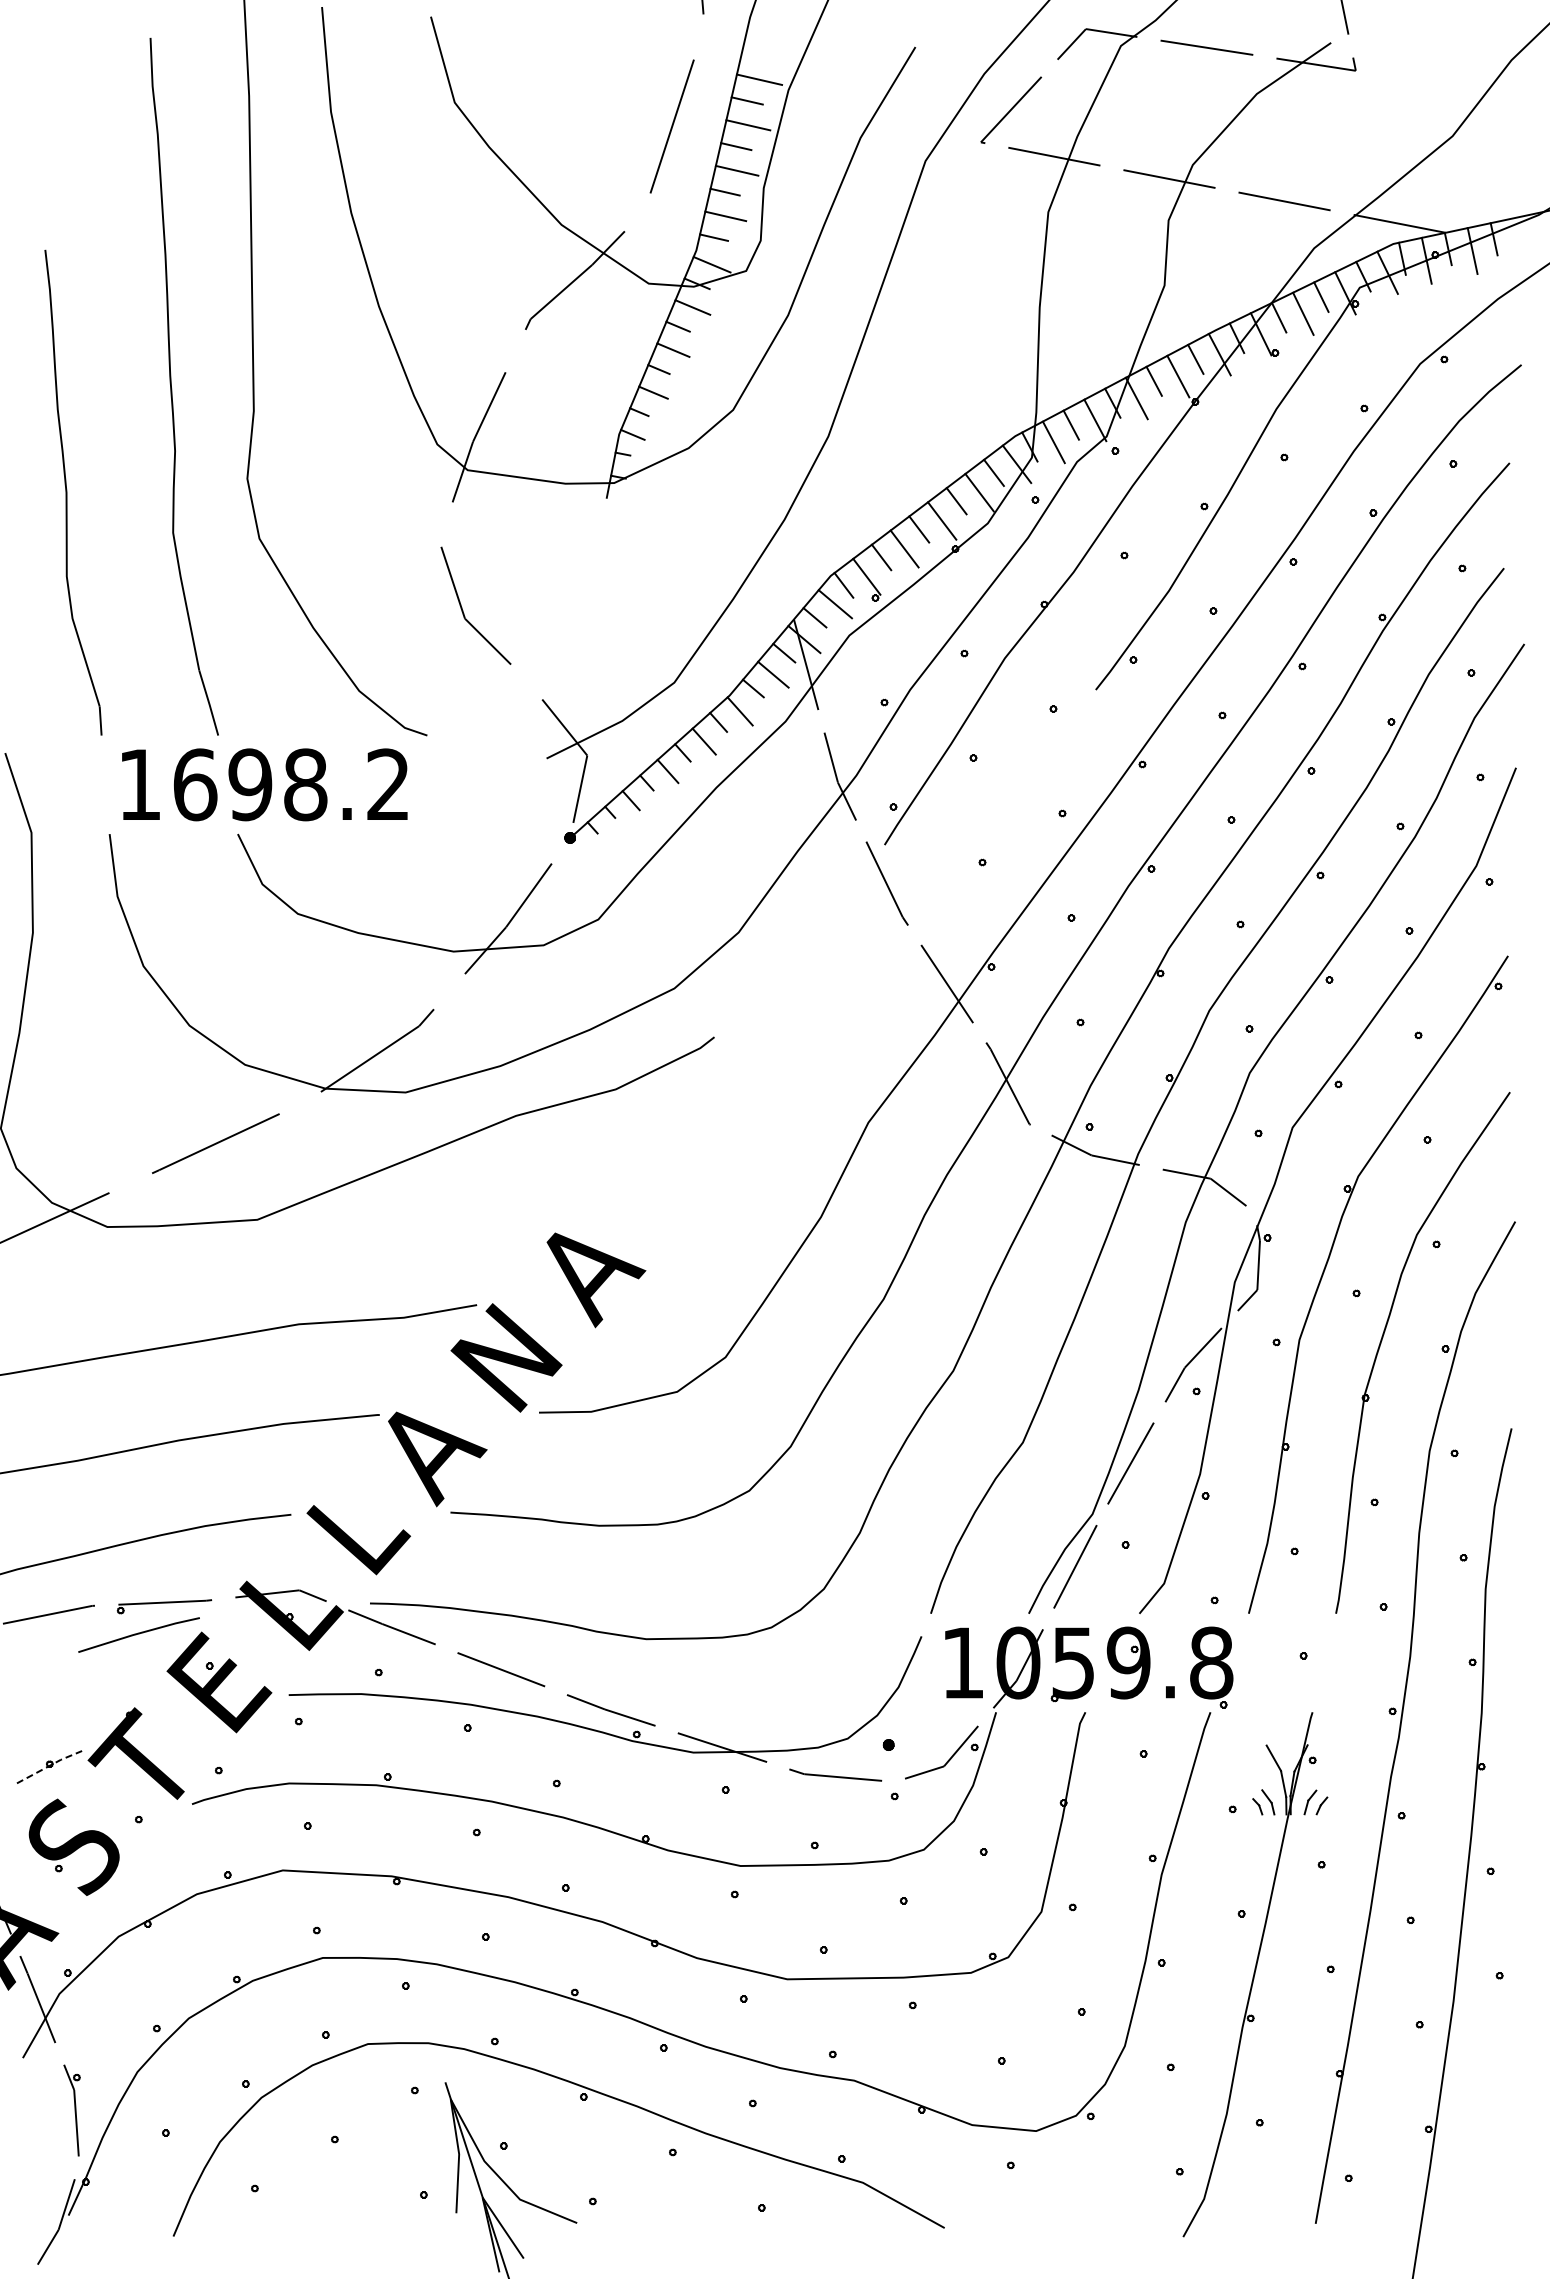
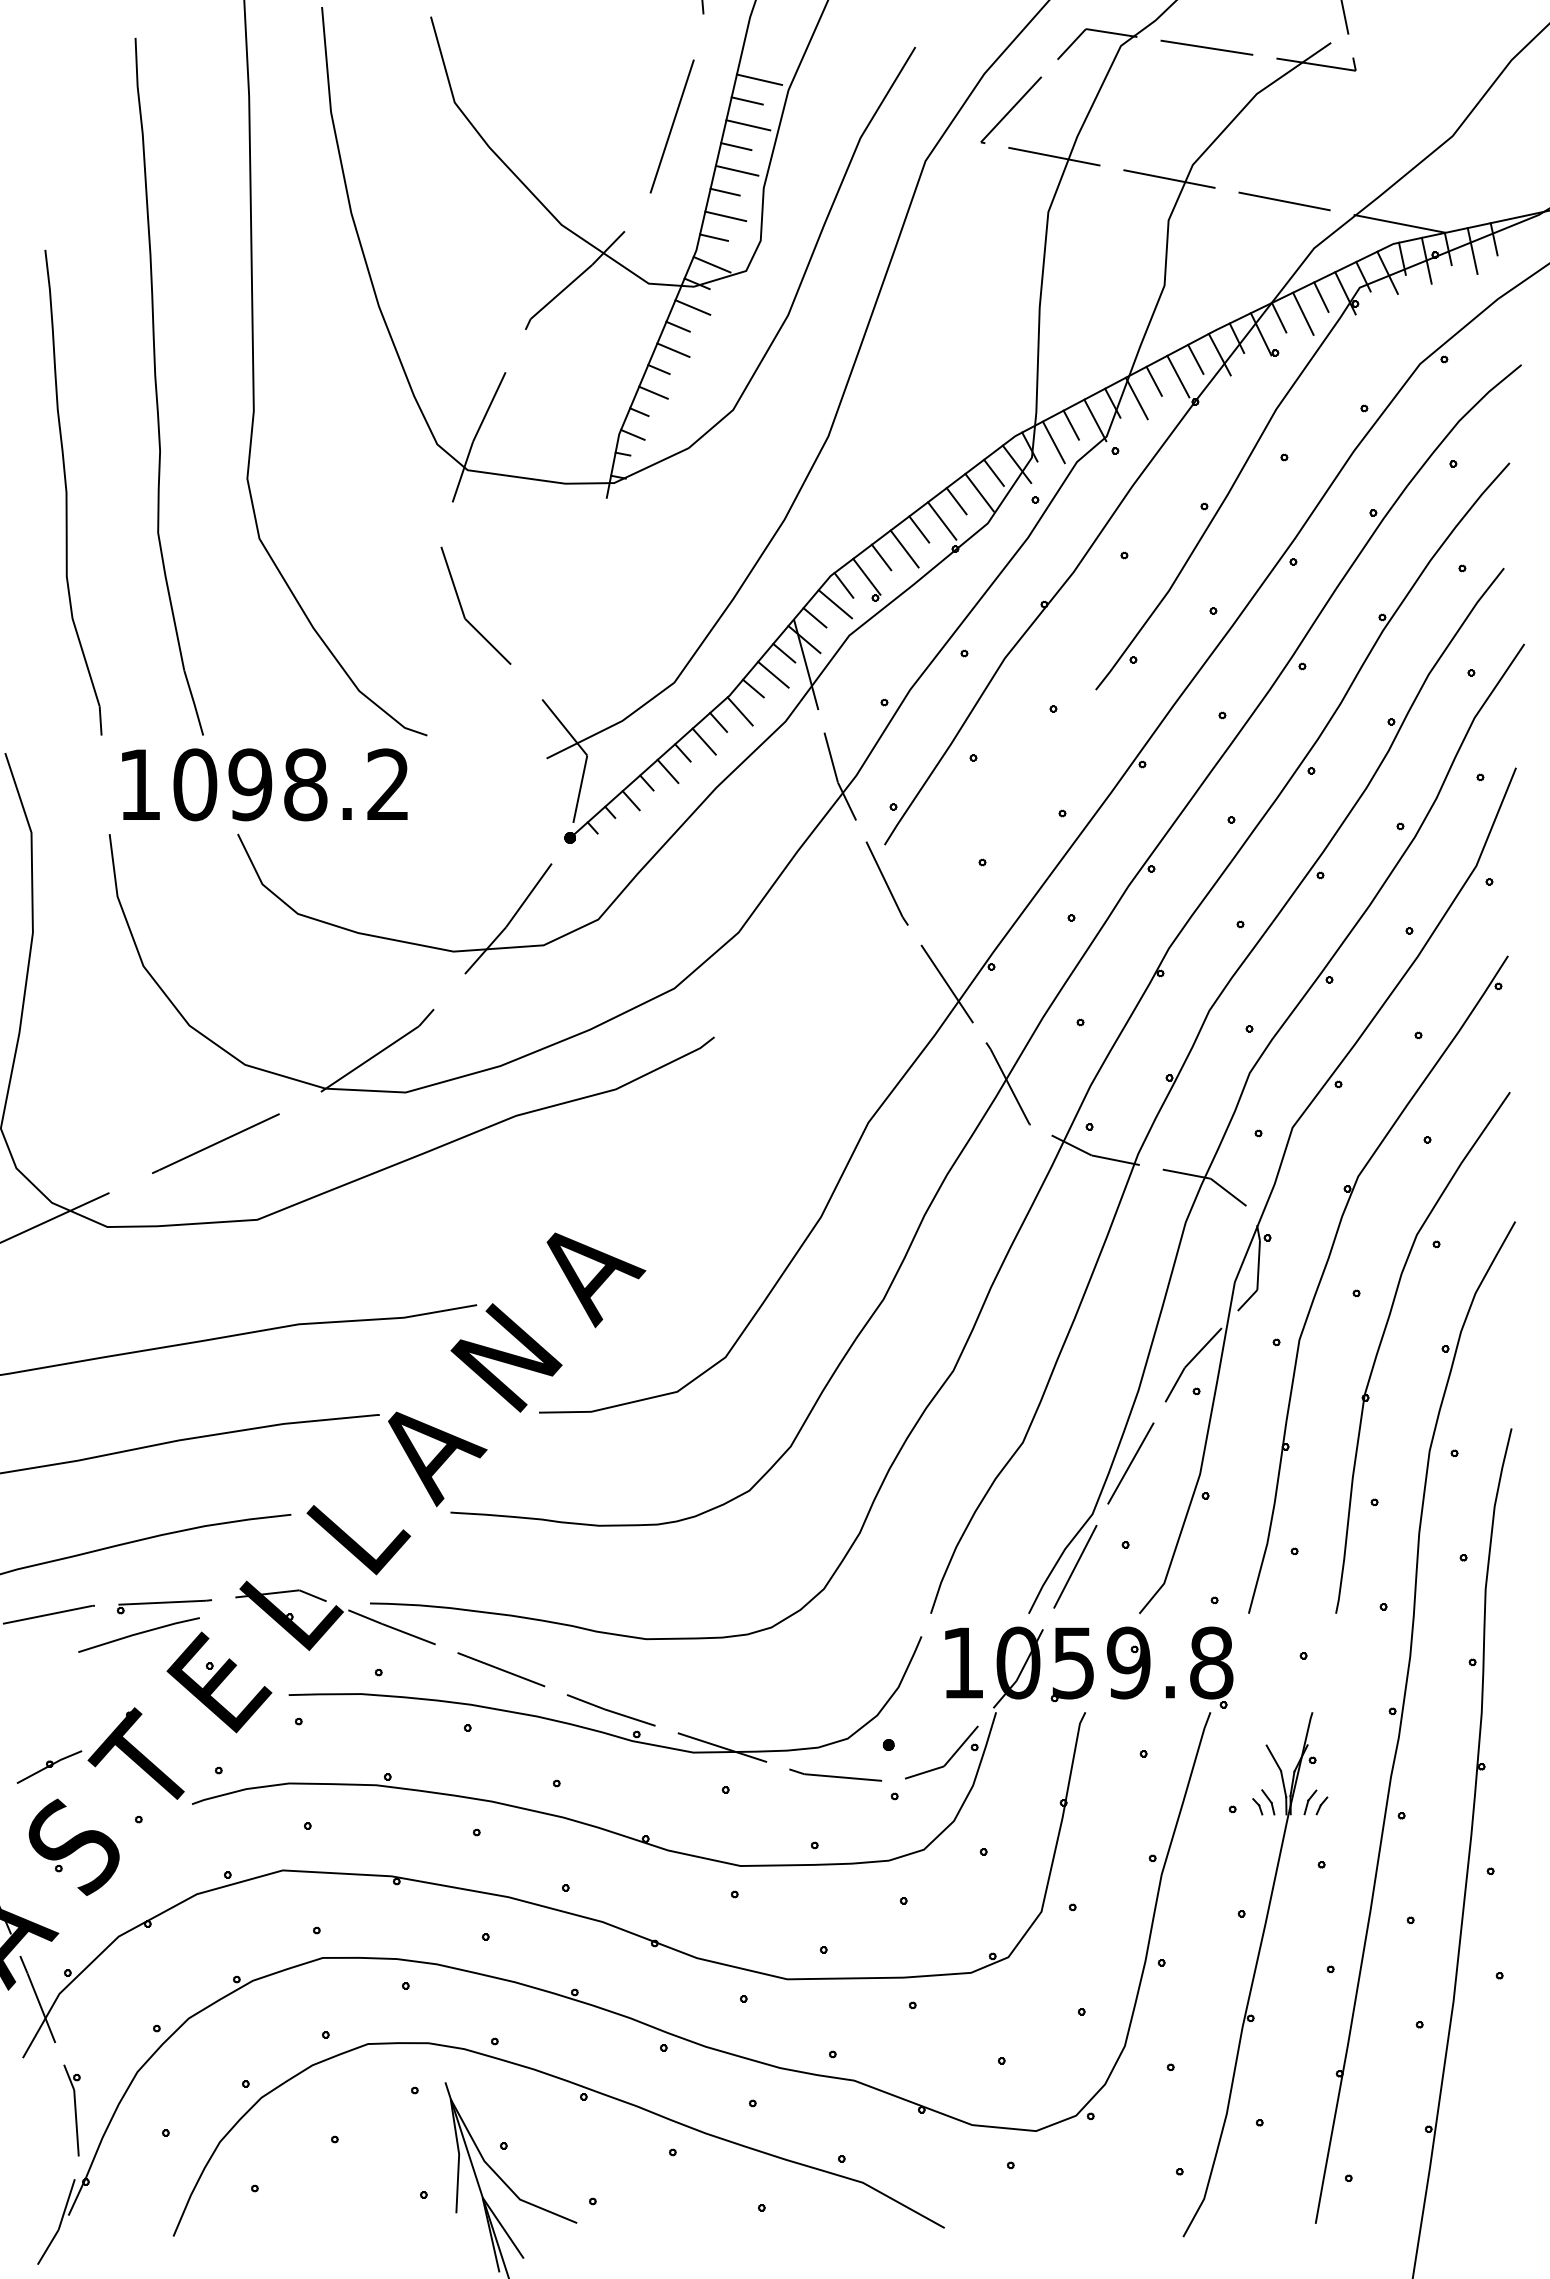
part at (172, 388) position: (172, 388) -> (157, 388)
text at (195, 784): 1698.2 -> 1098.2
line at (49, 1765): dashed -> solid
